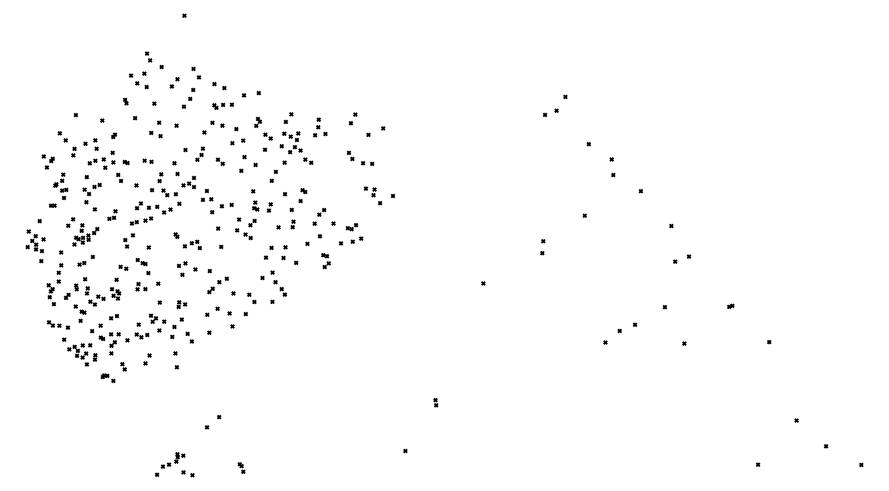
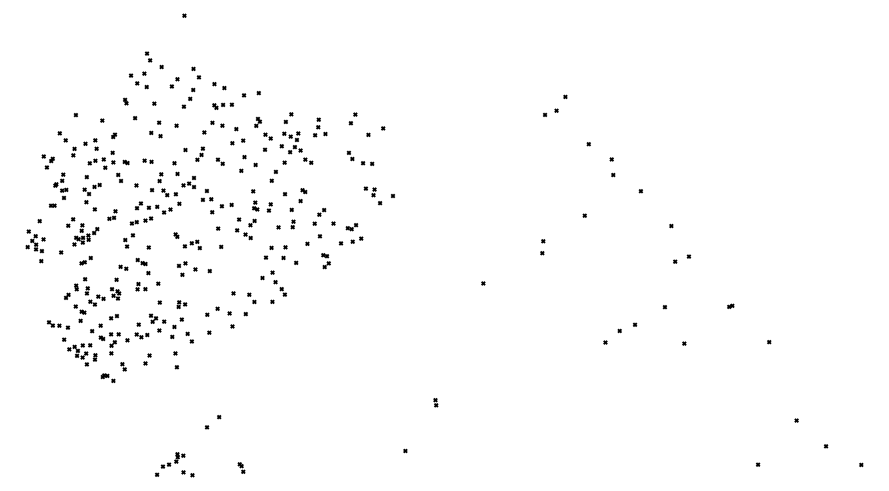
part at (85, 260) size: 18x13 px -> 14x11 px
part at (54, 284): present -> none
part at (217, 285): present -> none
